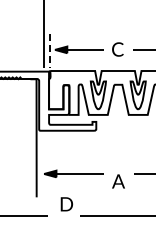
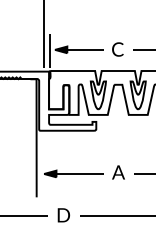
line at (50, 51): dashed -> solid
text at (118, 181) position: (118, 181) -> (118, 172)
text at (66, 204) position: (66, 204) -> (63, 215)
